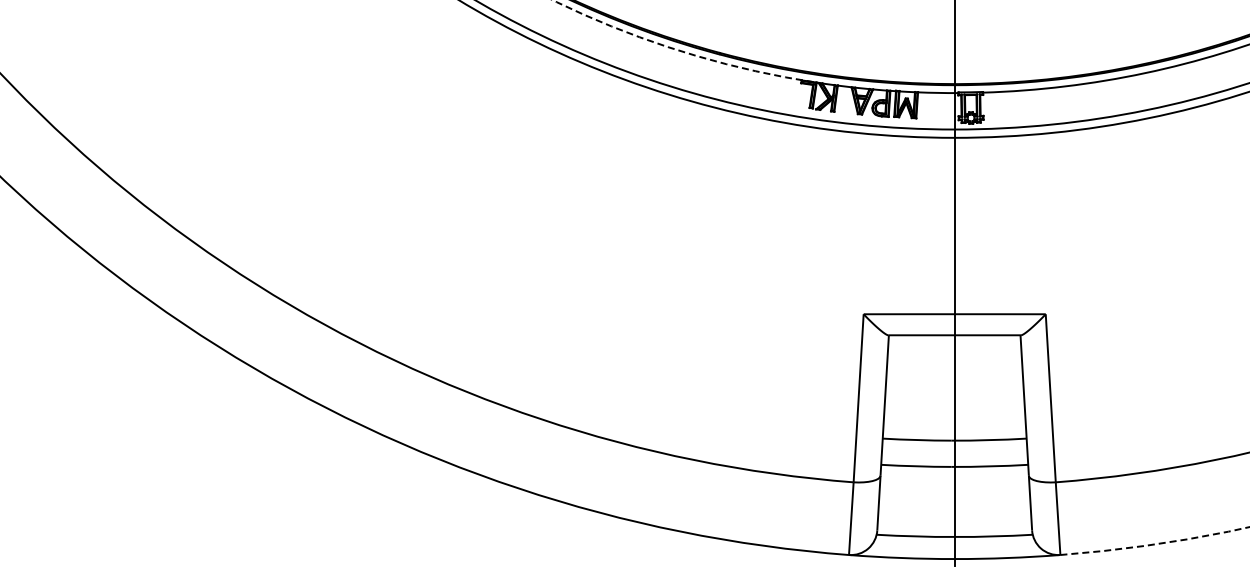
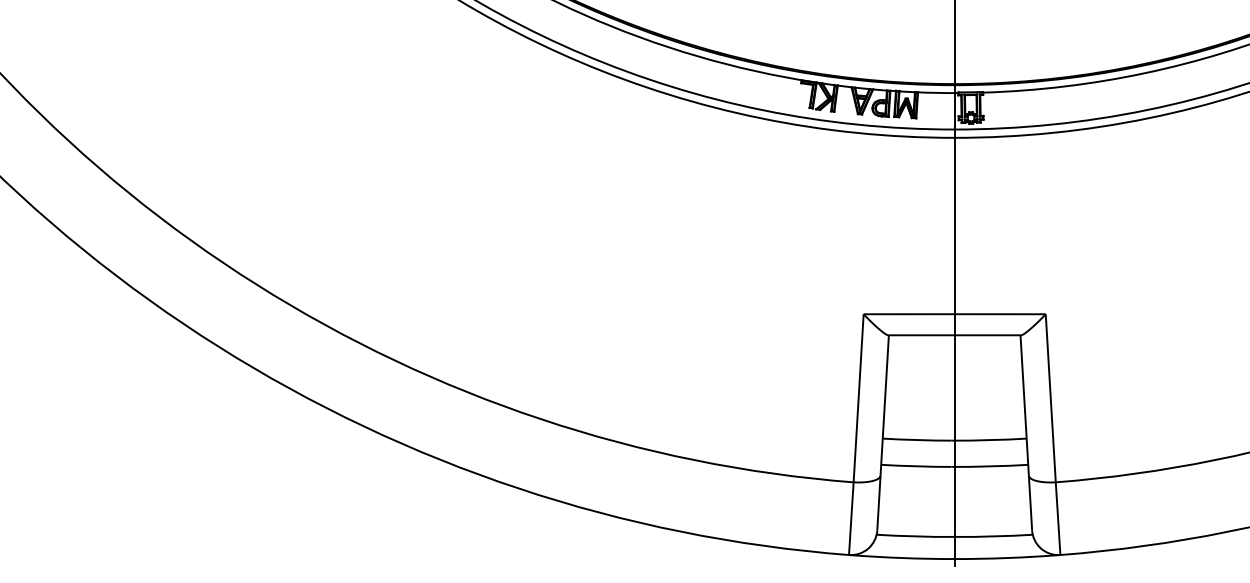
arc at (681, 51): dashed -> solid
arc at (1156, 544): dashed -> solid
